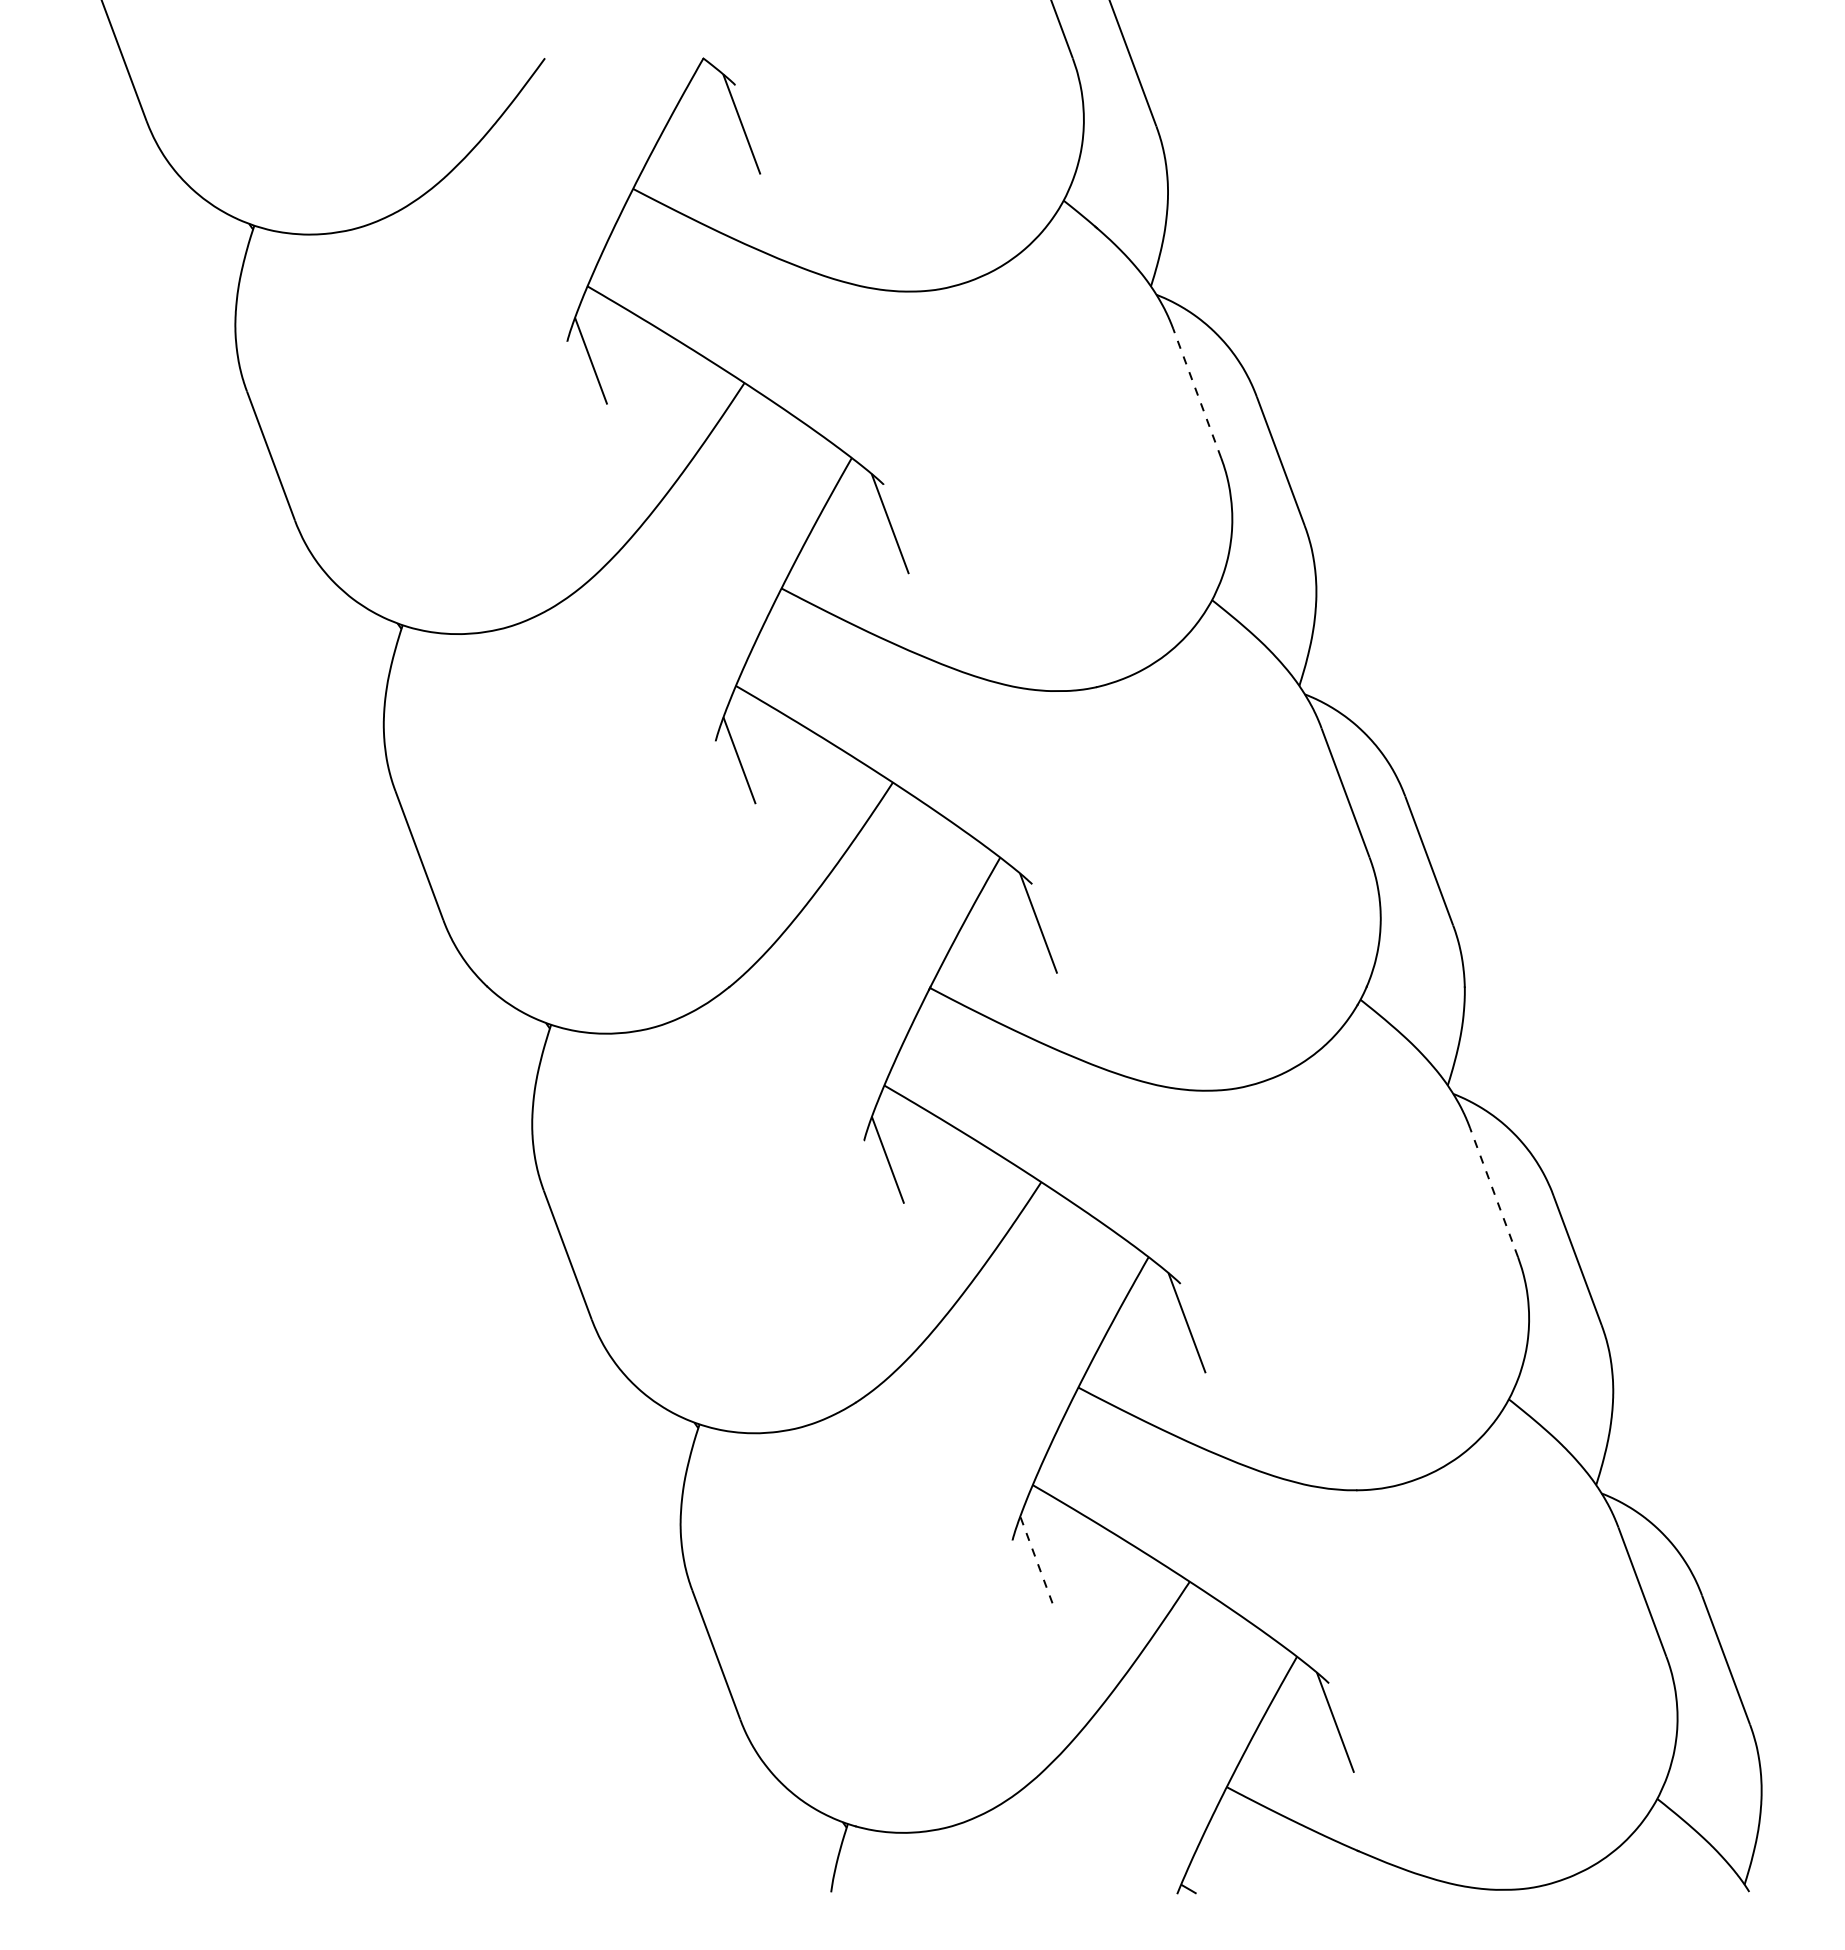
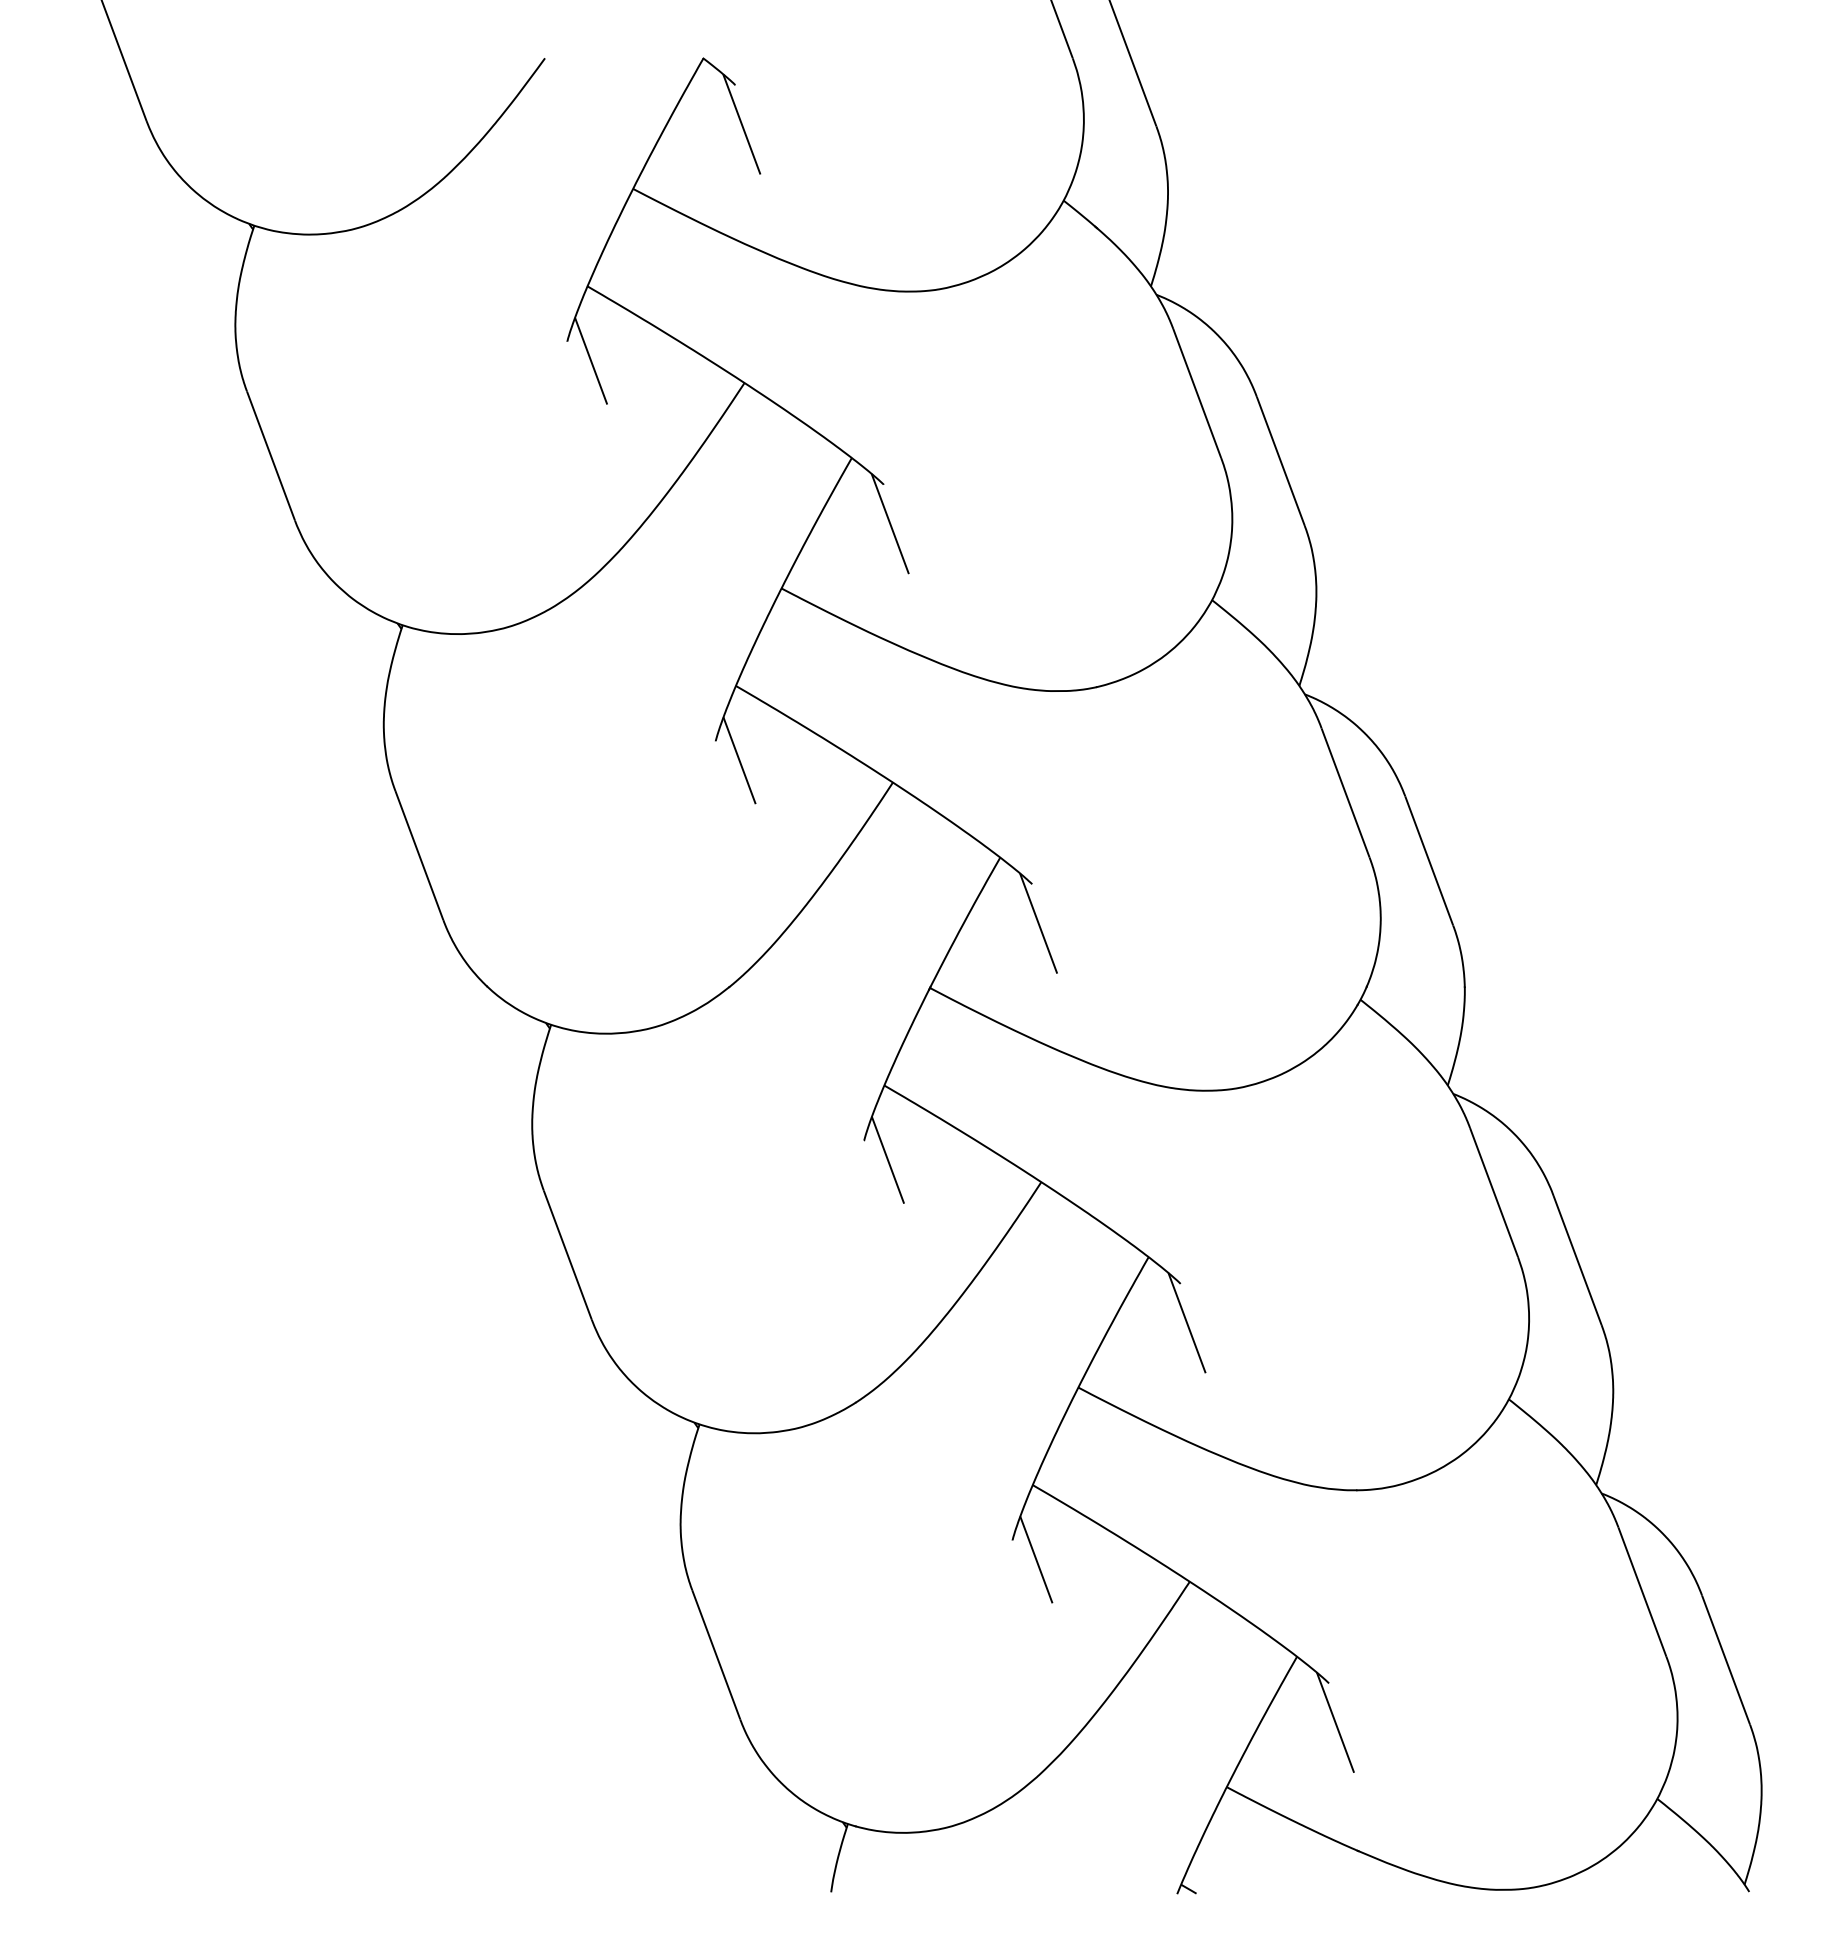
line at (1197, 393): dashed -> solid
line at (1494, 1192): dashed -> solid
line at (1036, 1559): dashed -> solid
